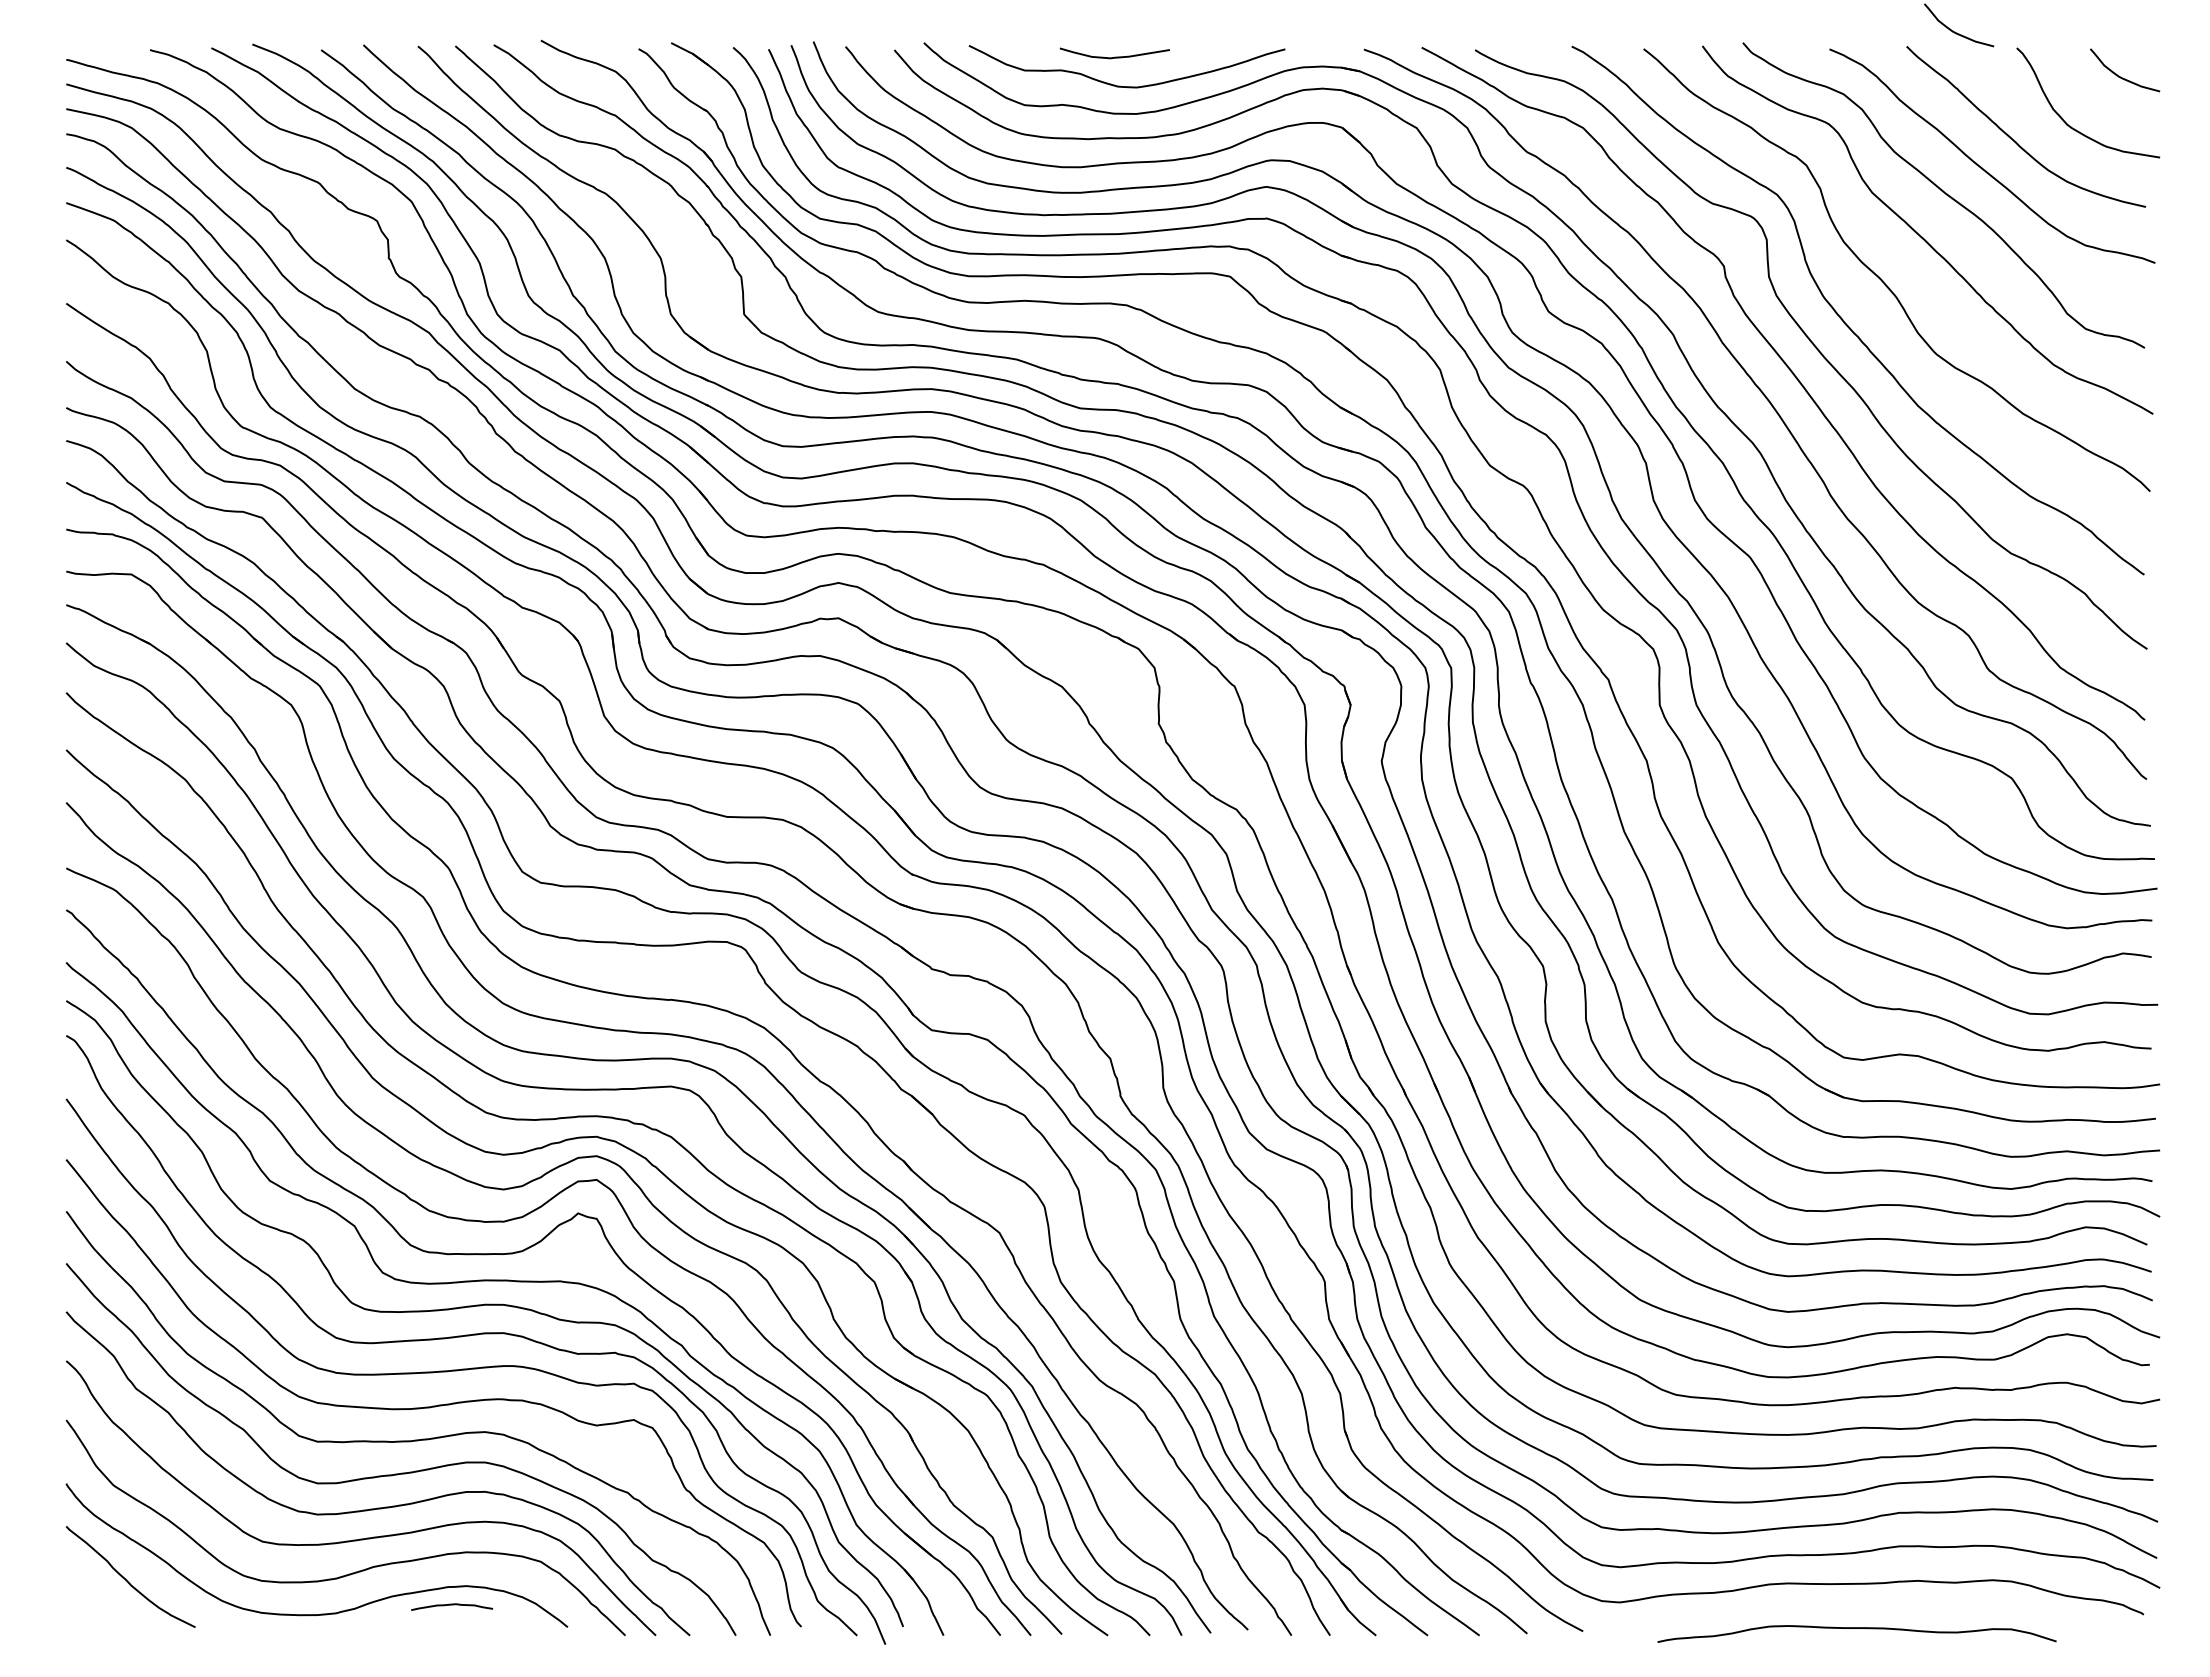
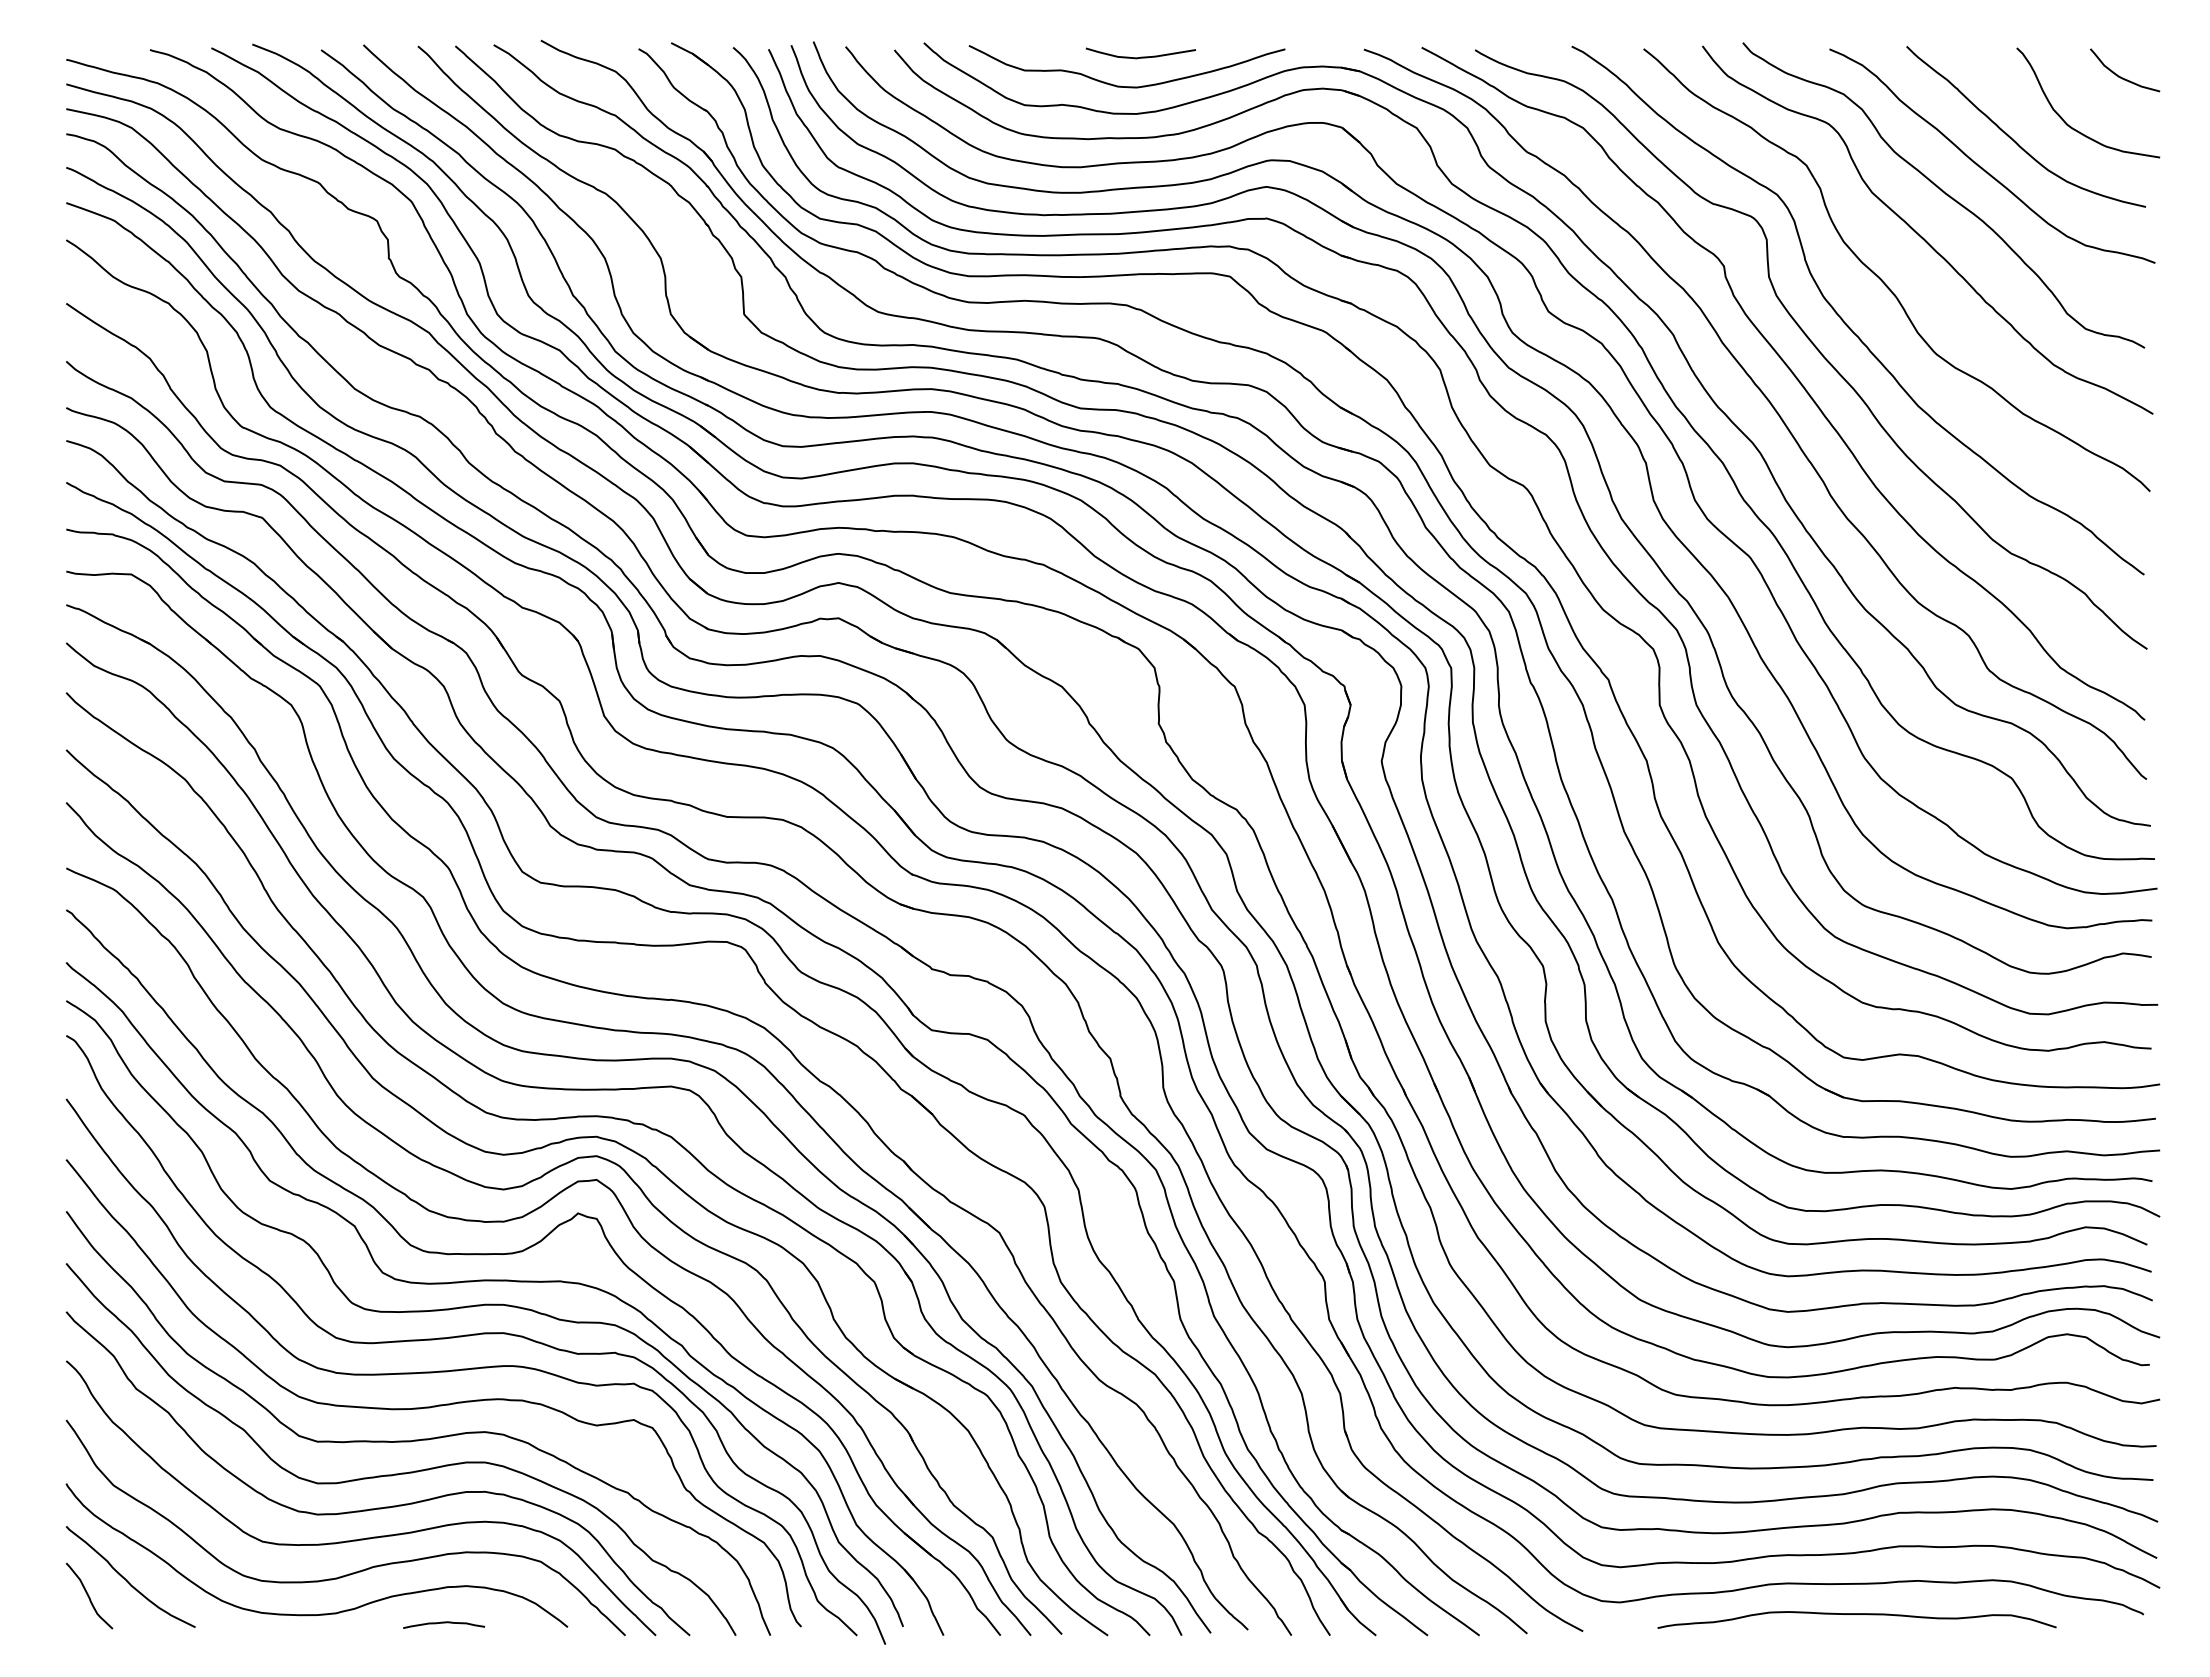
curve at (1955, 31): present -> none
curve at (1114, 56) position: (1114, 56) -> (1140, 56)
curve at (89, 1595): none -> present
curve at (452, 1605) position: (452, 1605) -> (444, 1623)
curve at (1856, 1628) position: (1856, 1628) -> (1856, 1614)
